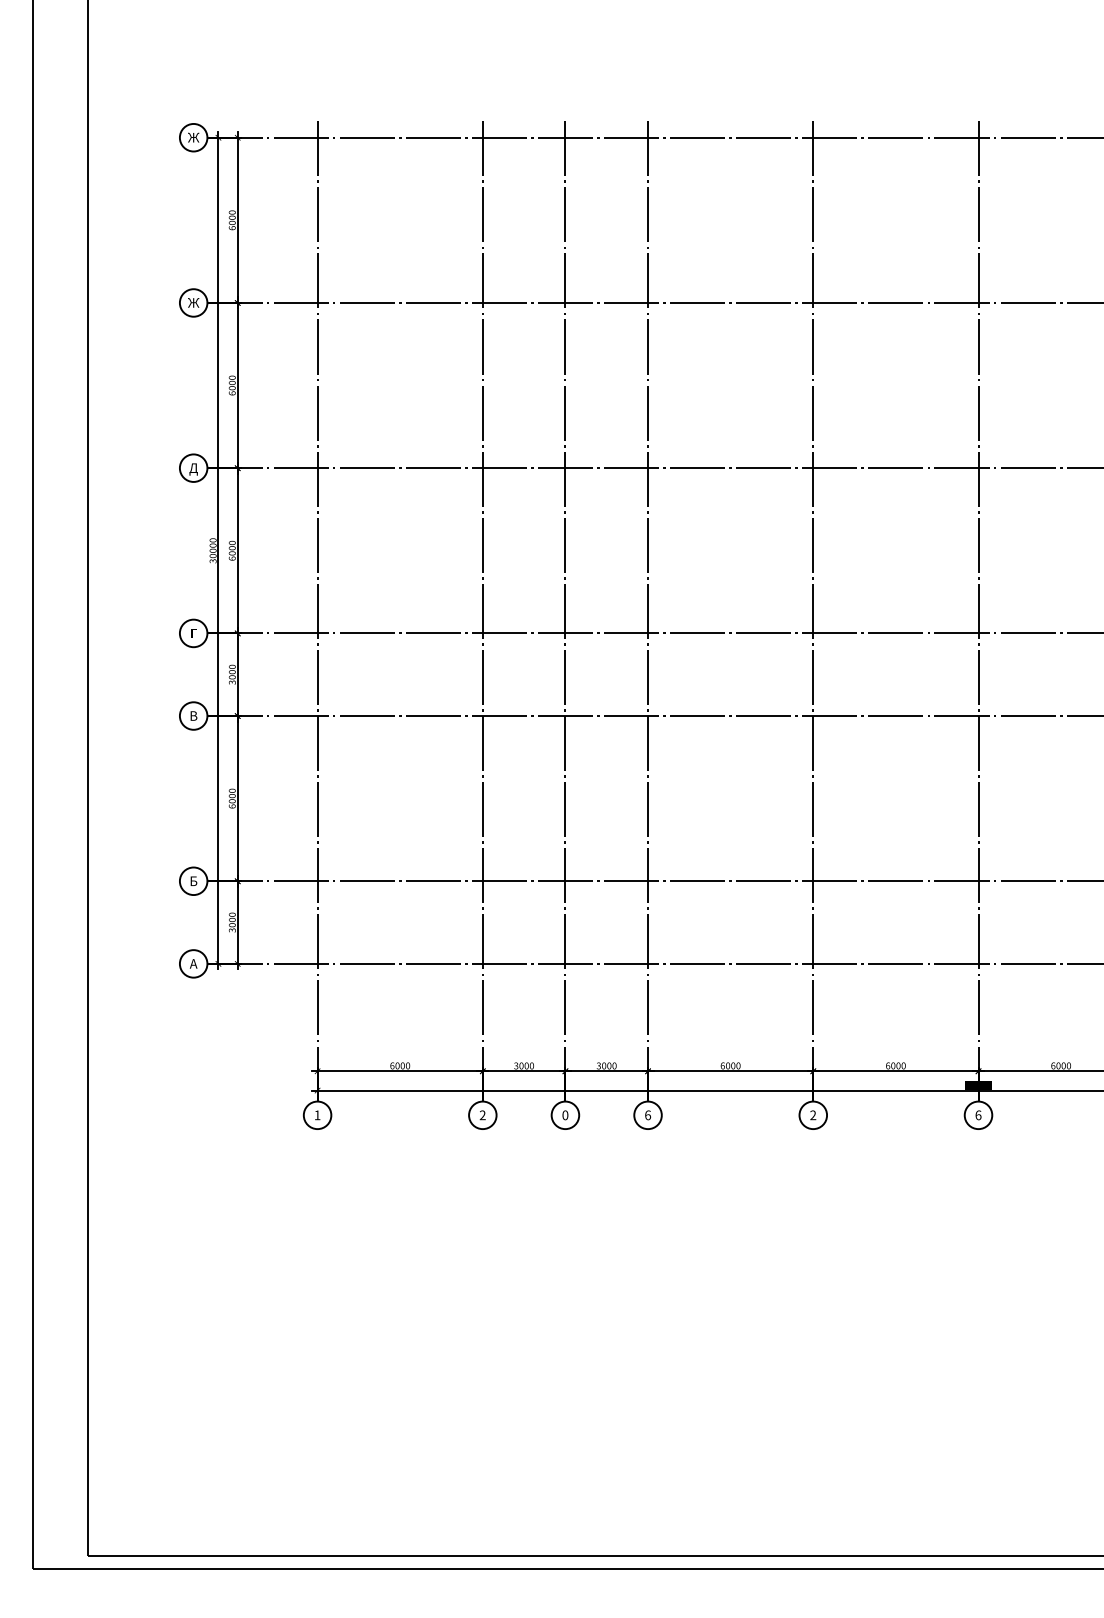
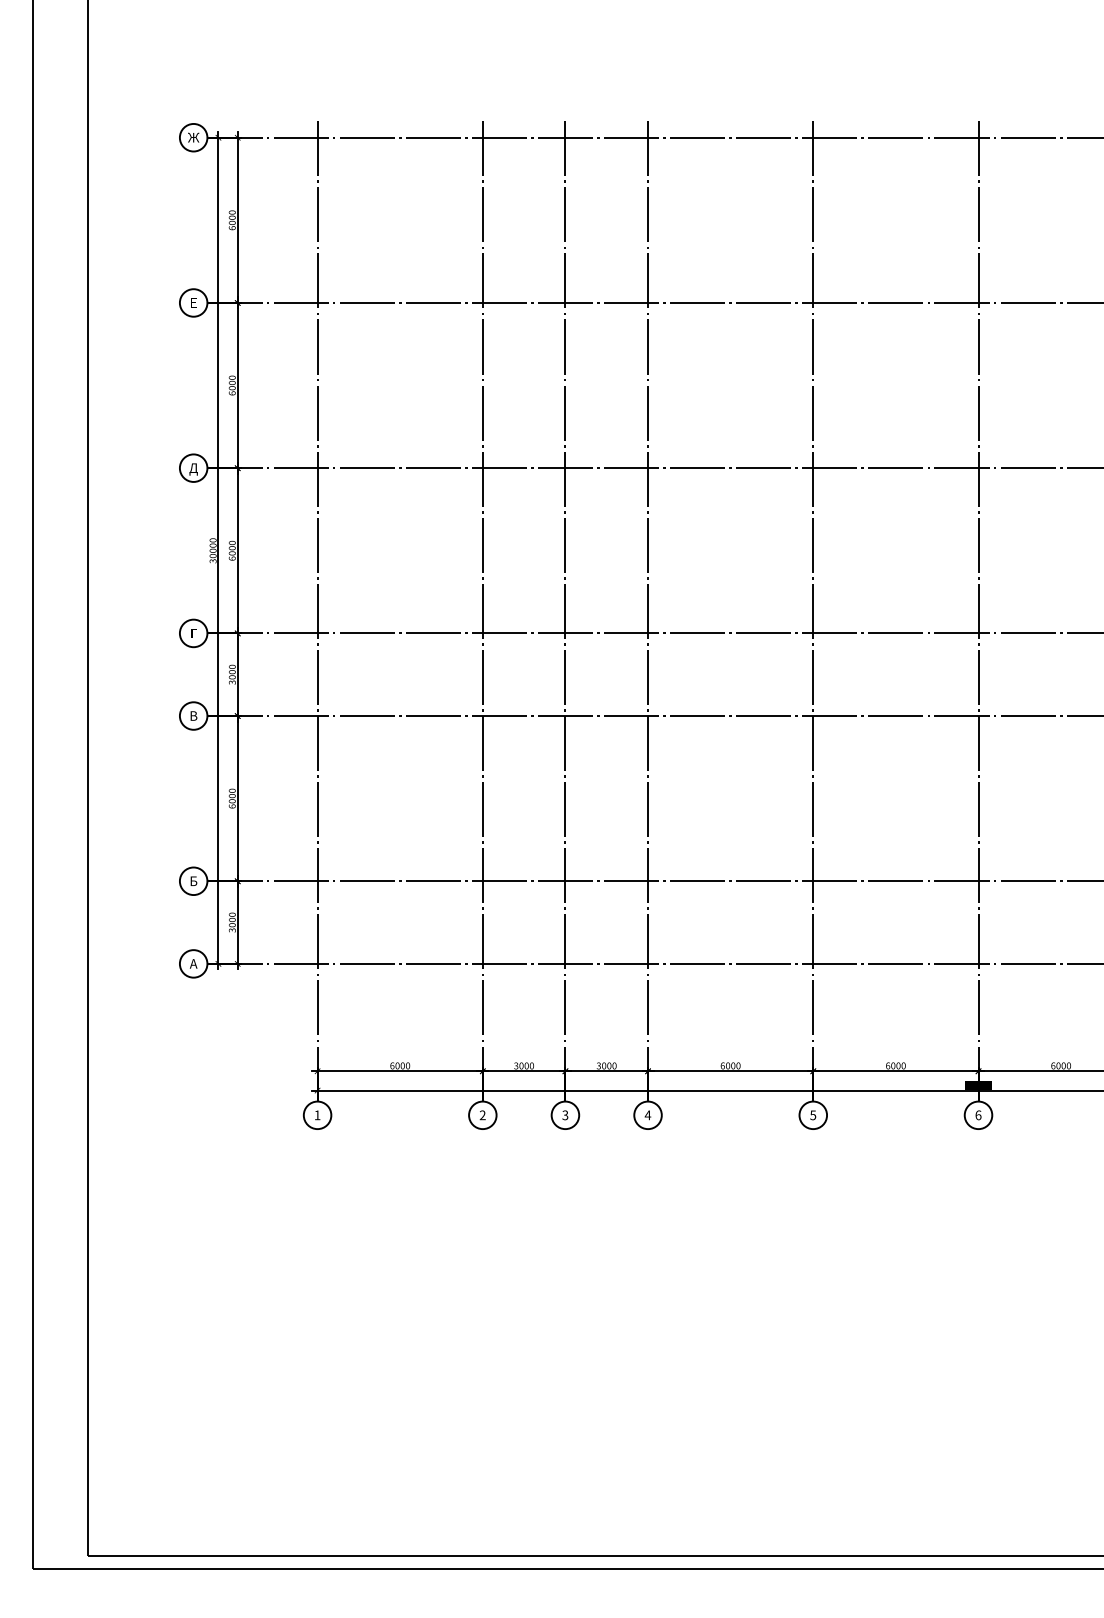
text at (193, 302): Ж -> Е
text at (565, 1115): 0 -> 3
text at (647, 1115): 6 -> 4
text at (813, 1115): 2 -> 5
